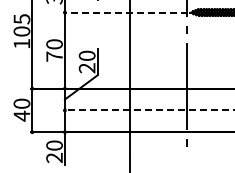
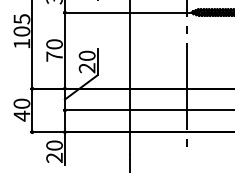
line at (125, 12): dashed -> solid
line at (148, 110): dashed -> solid
